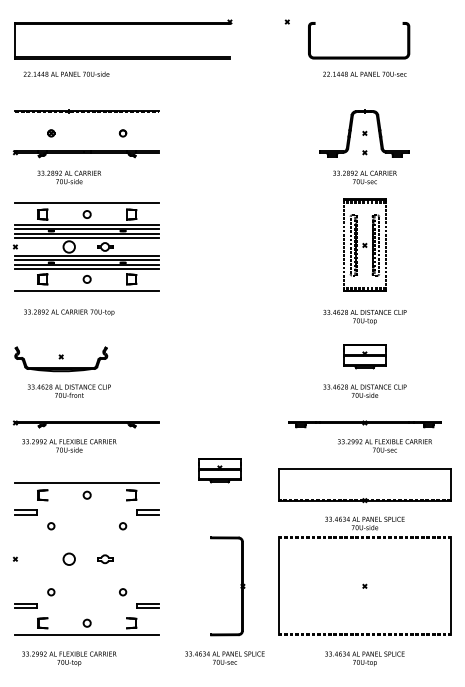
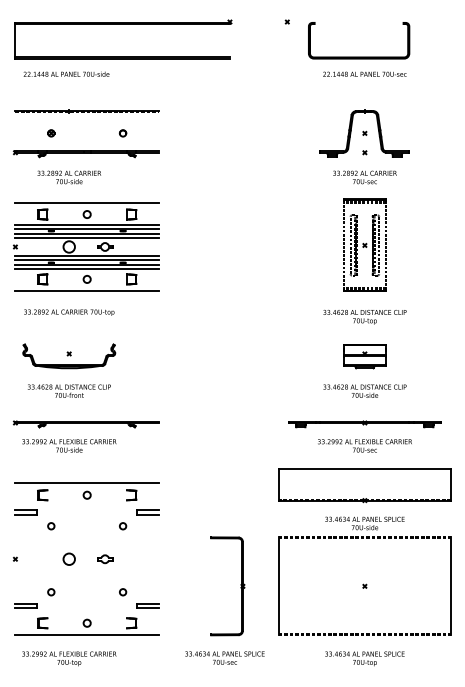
part at (61, 359) position: (61, 359) -> (69, 356)
text at (384, 445) position: (384, 445) -> (364, 445)
part at (219, 470): present -> none
